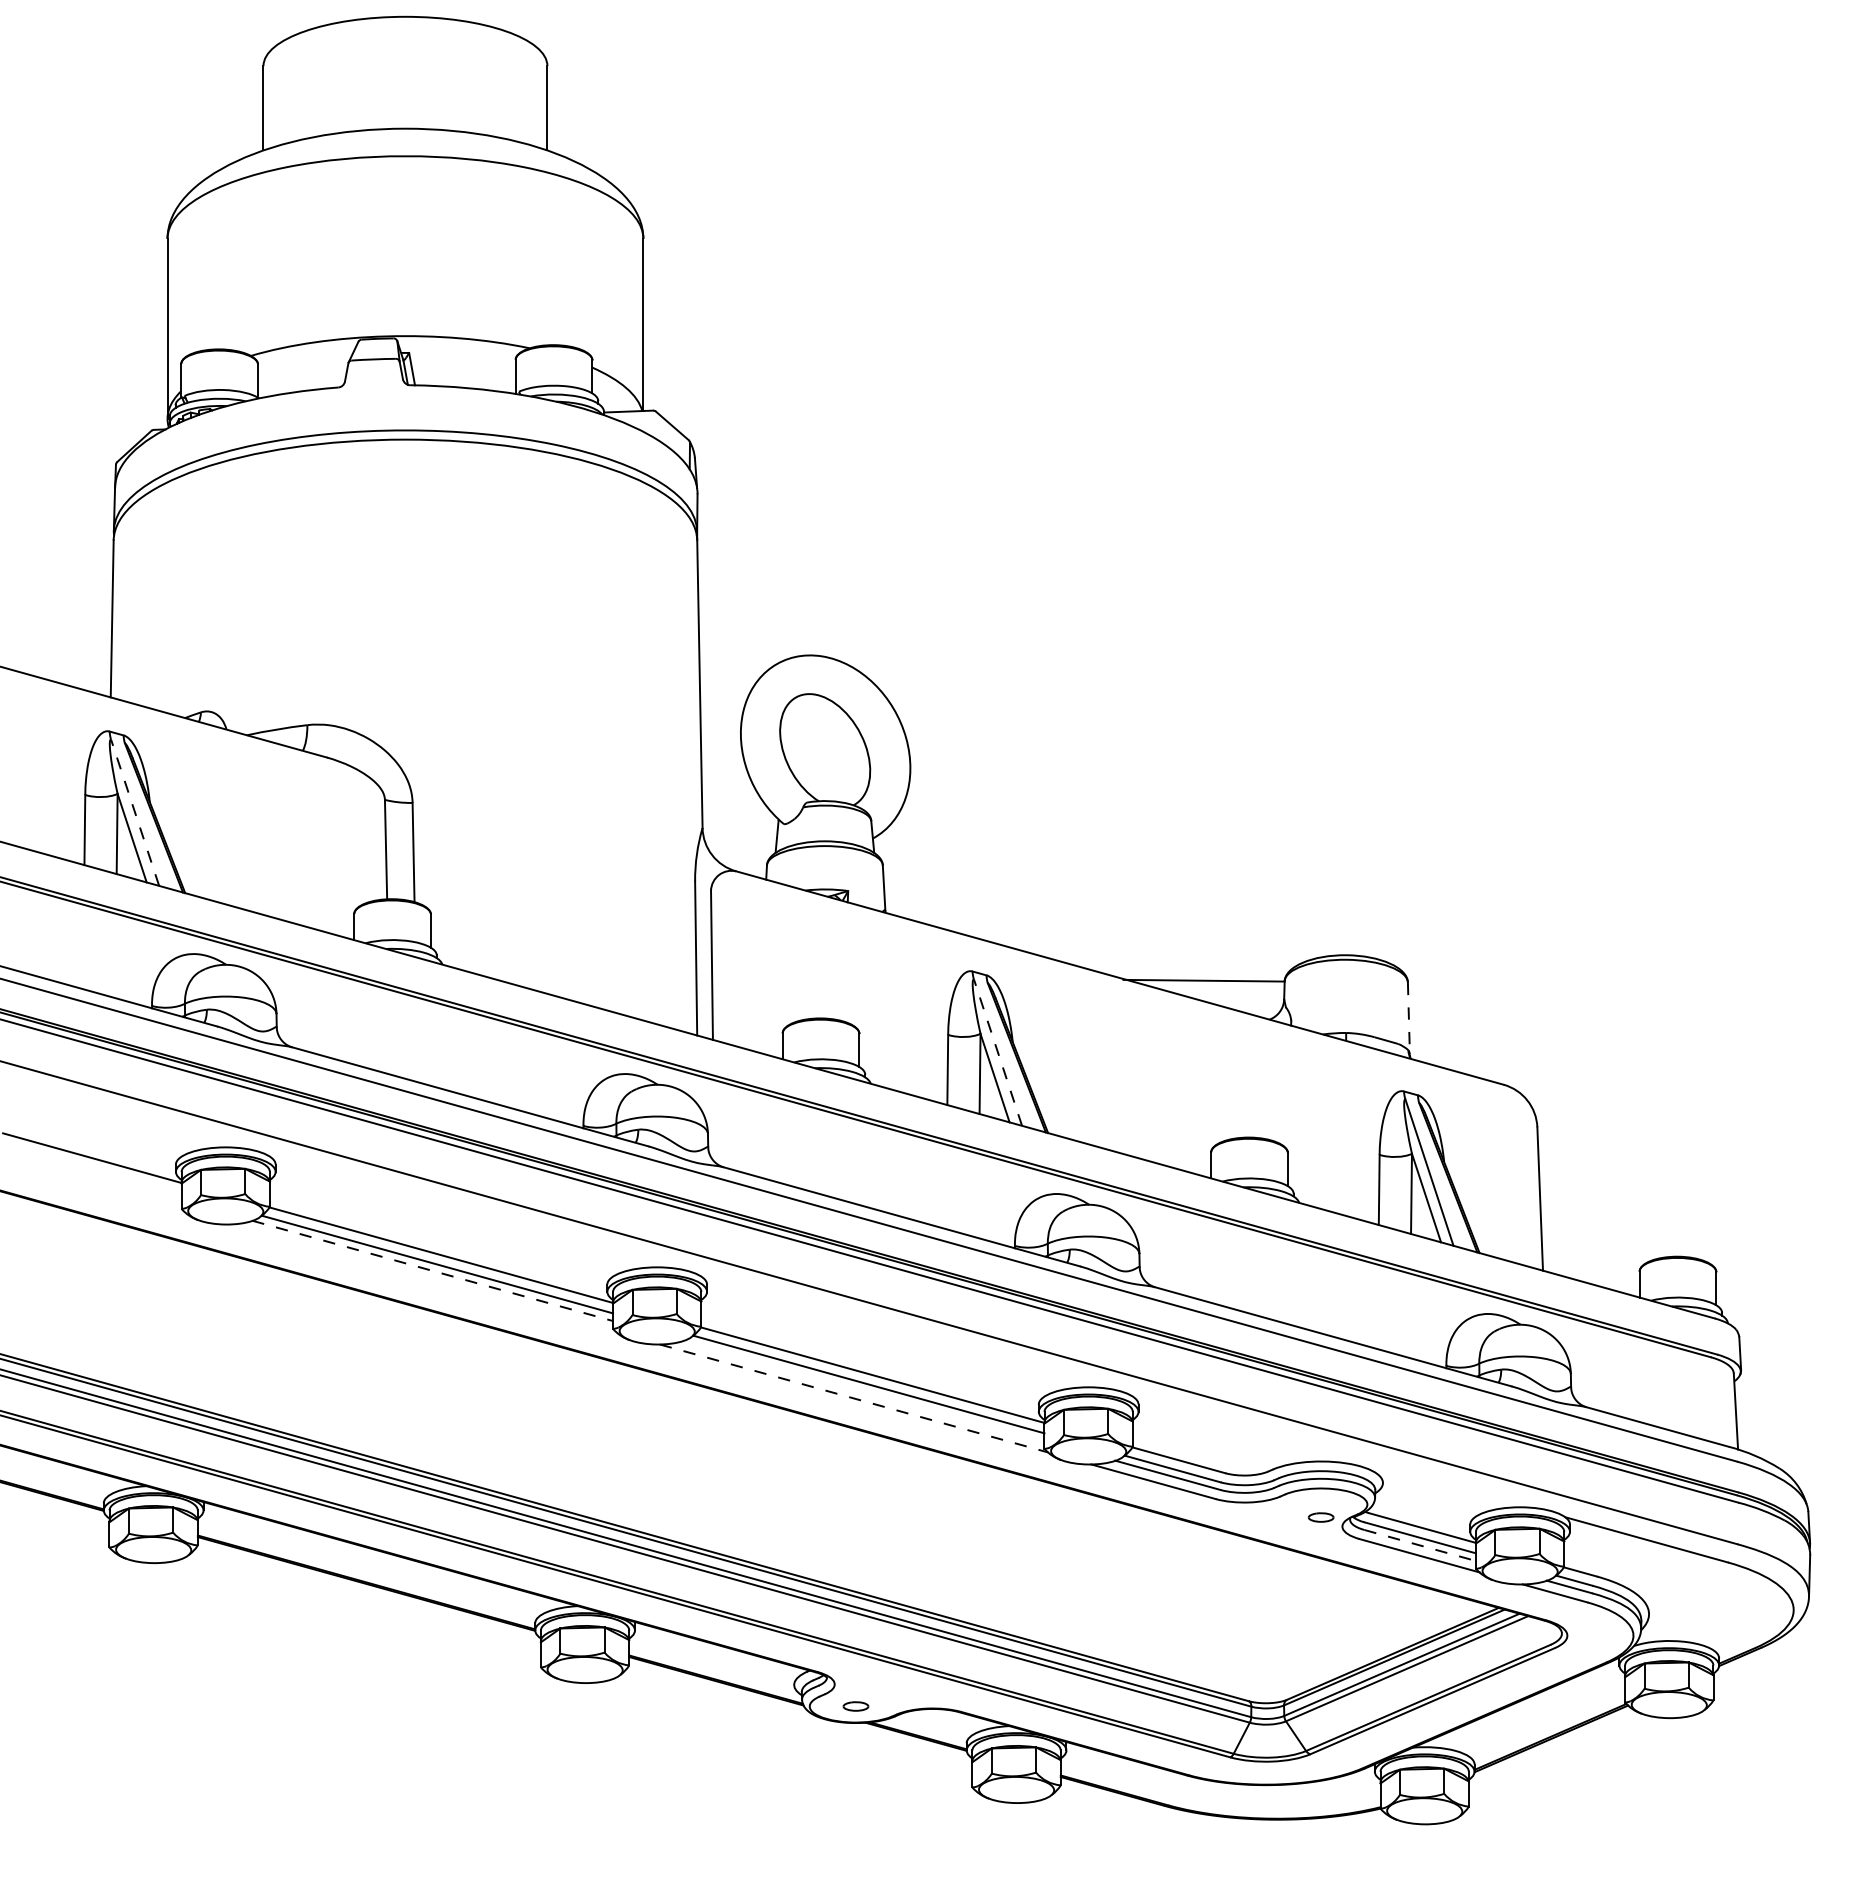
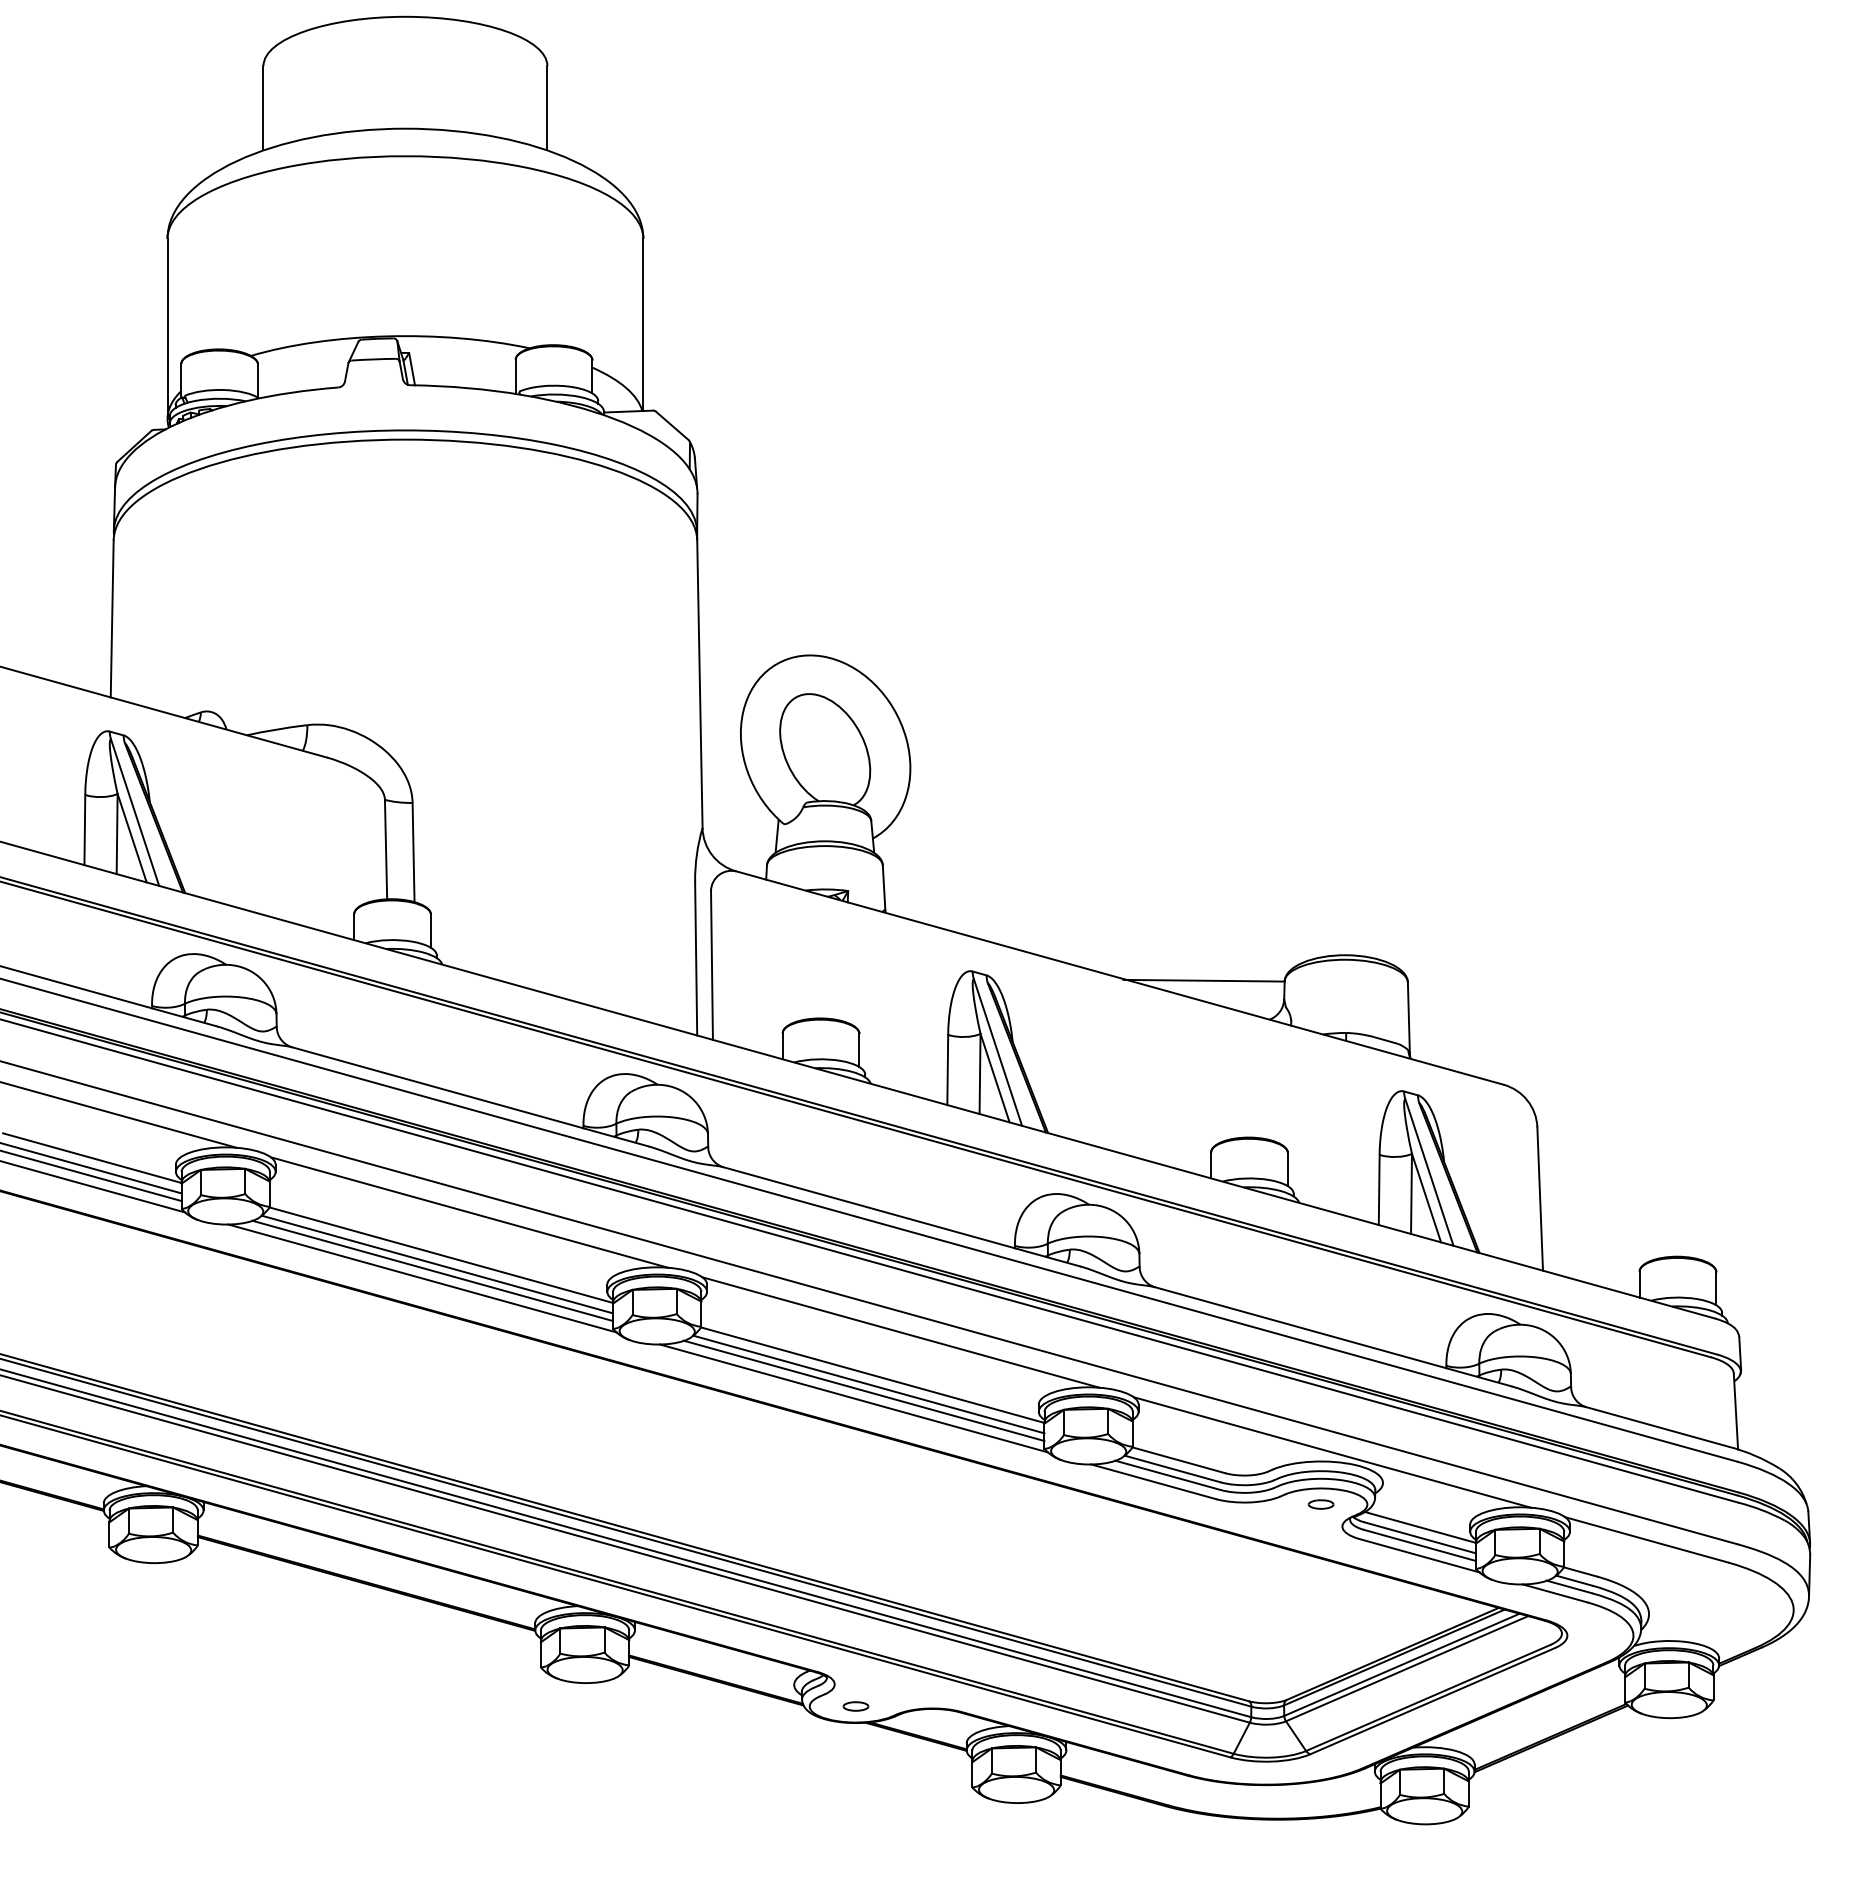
line at (134, 812): dashed -> solid
line at (1408, 1019): dashed -> solid
line at (997, 1052): dashed -> solid
line at (119, 1114): none -> present
line at (91, 1168): none -> present
line at (91, 1176): none -> present
line at (93, 1186): none -> present
line at (469, 1212): none -> present
line at (433, 1271): dashed -> solid
line at (422, 1278): none -> present
line at (900, 1332): none -> present
line at (863, 1390): none -> present
line at (854, 1398): dashed -> solid
line at (1332, 1452): none -> present
part at (1320, 1517) position: (1320, 1517) -> (1320, 1504)
line at (1420, 1545): dashed -> solid
